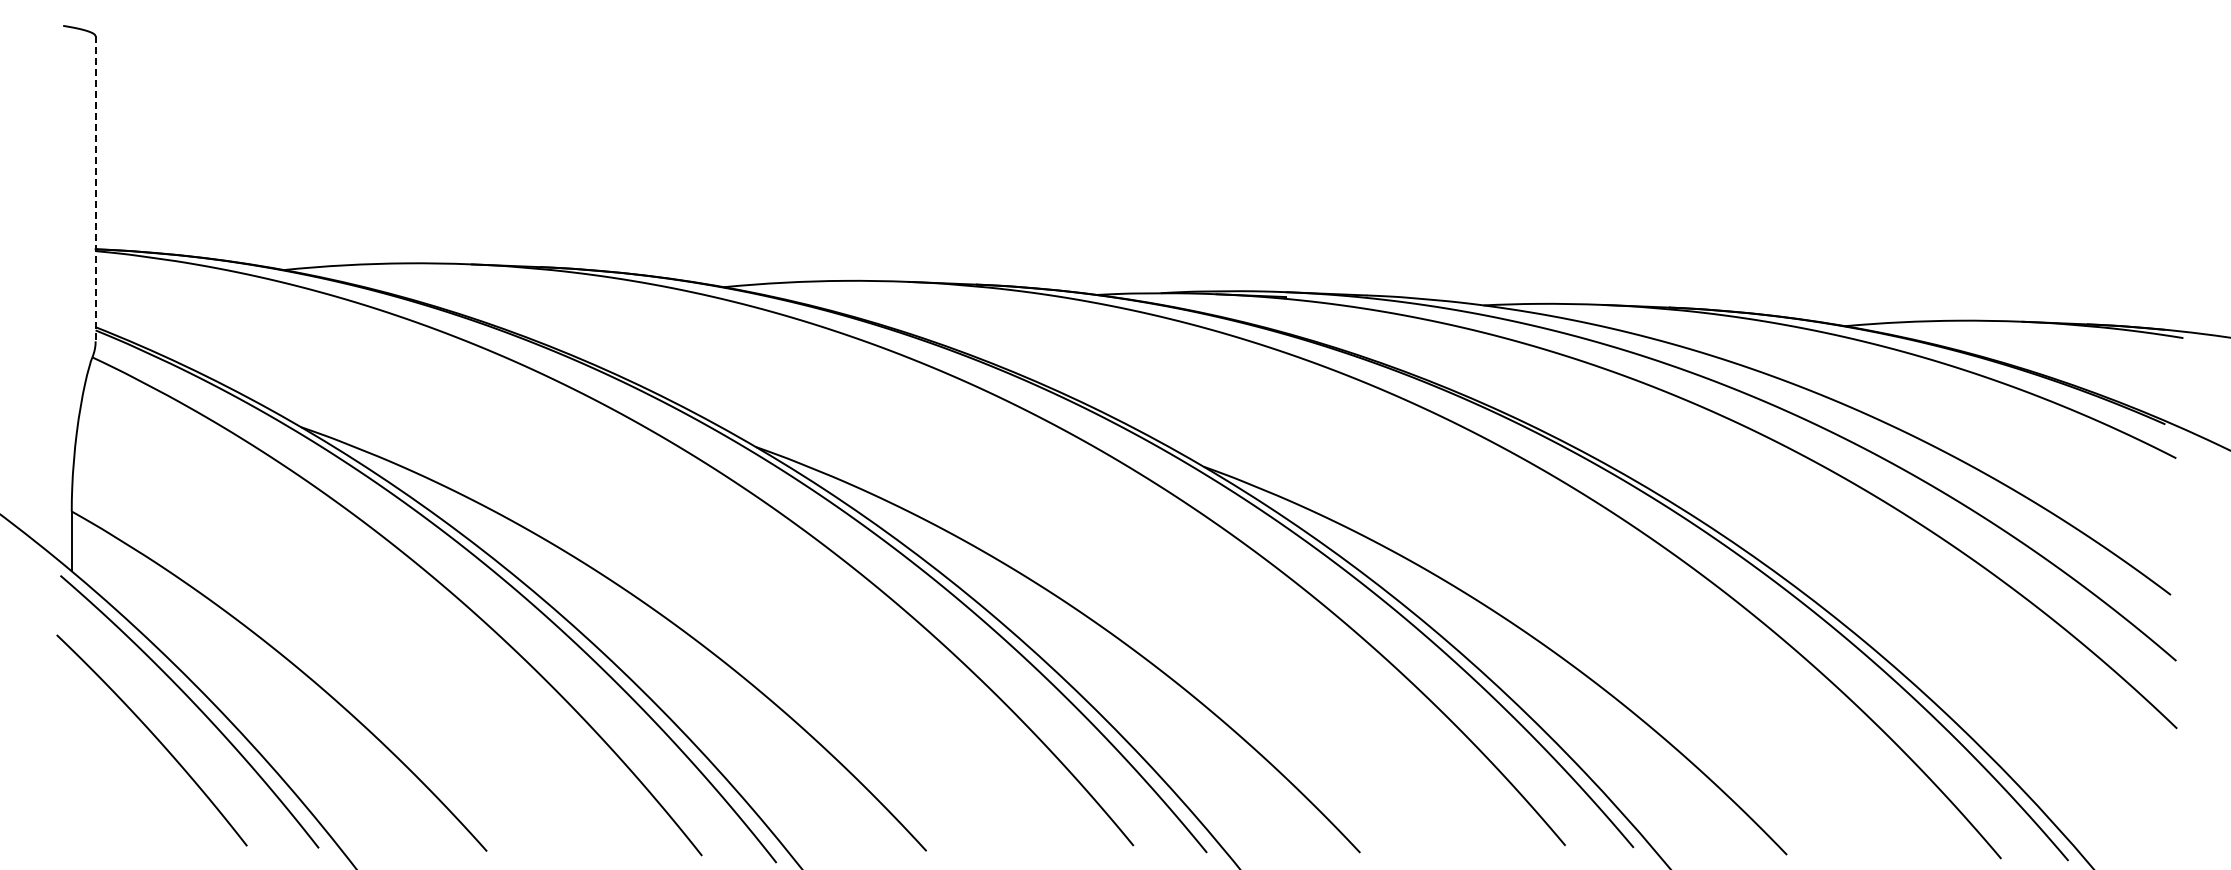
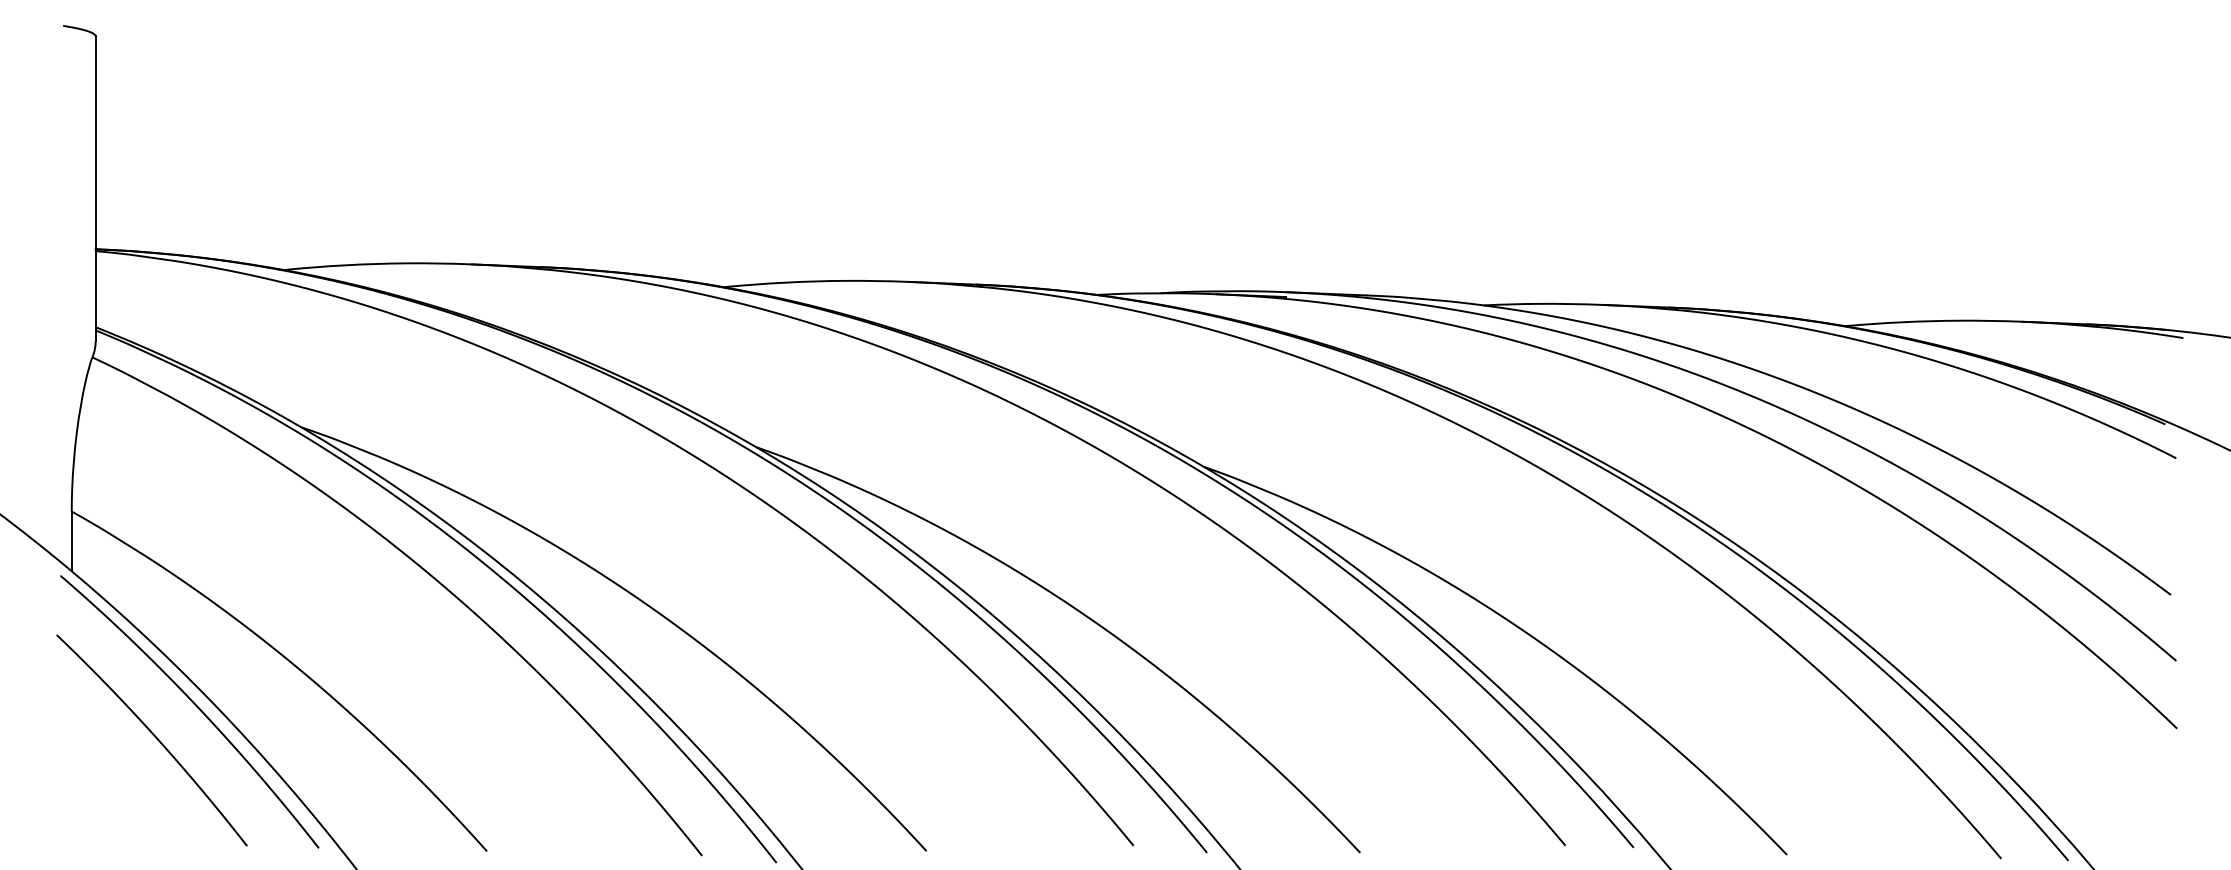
line at (95, 189): dashed -> solid
